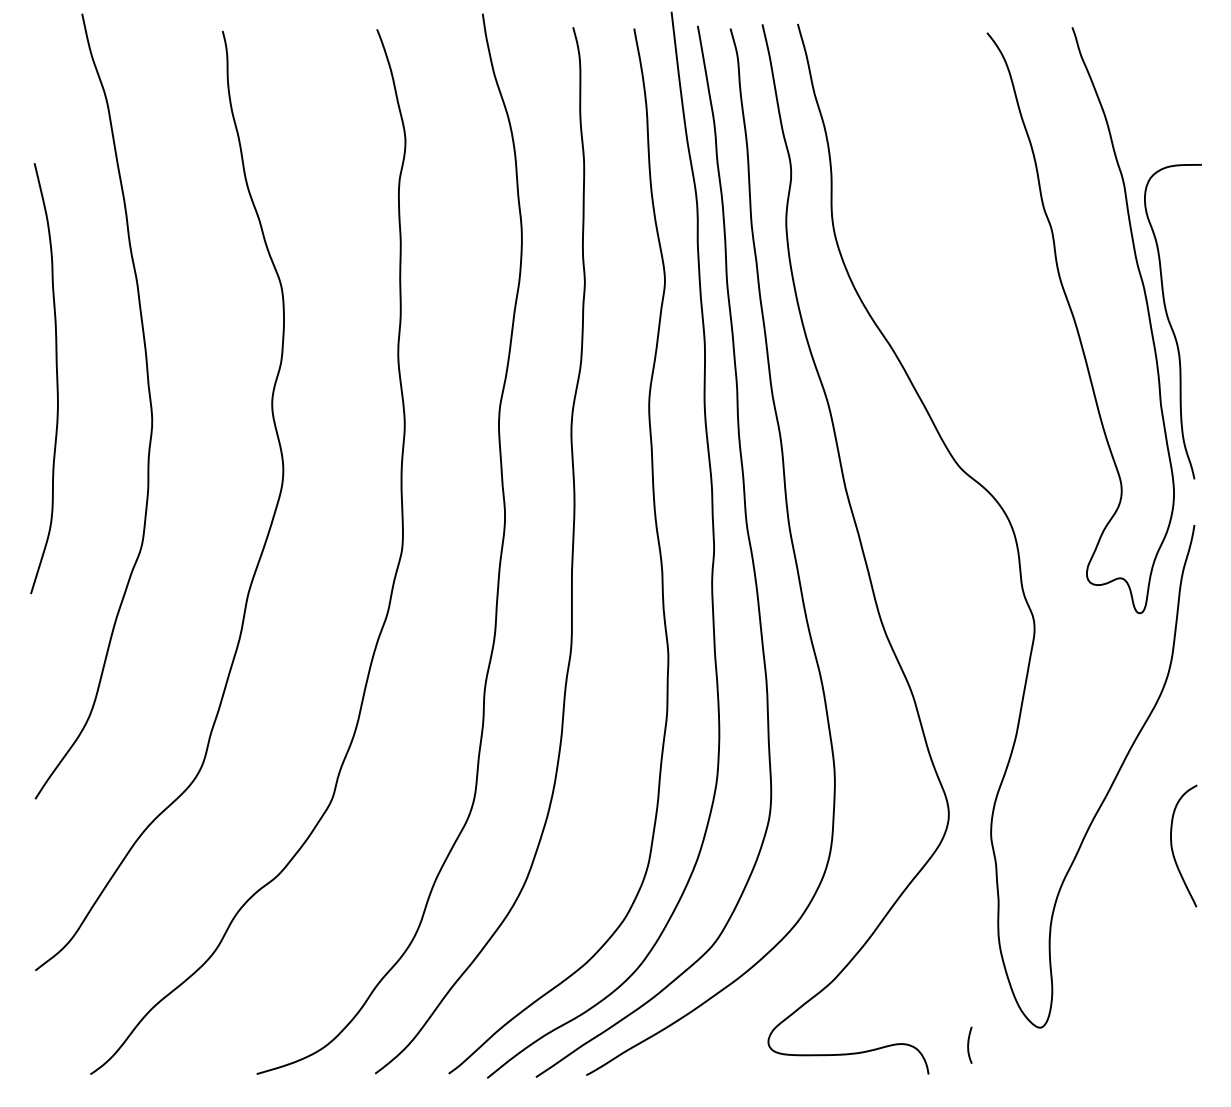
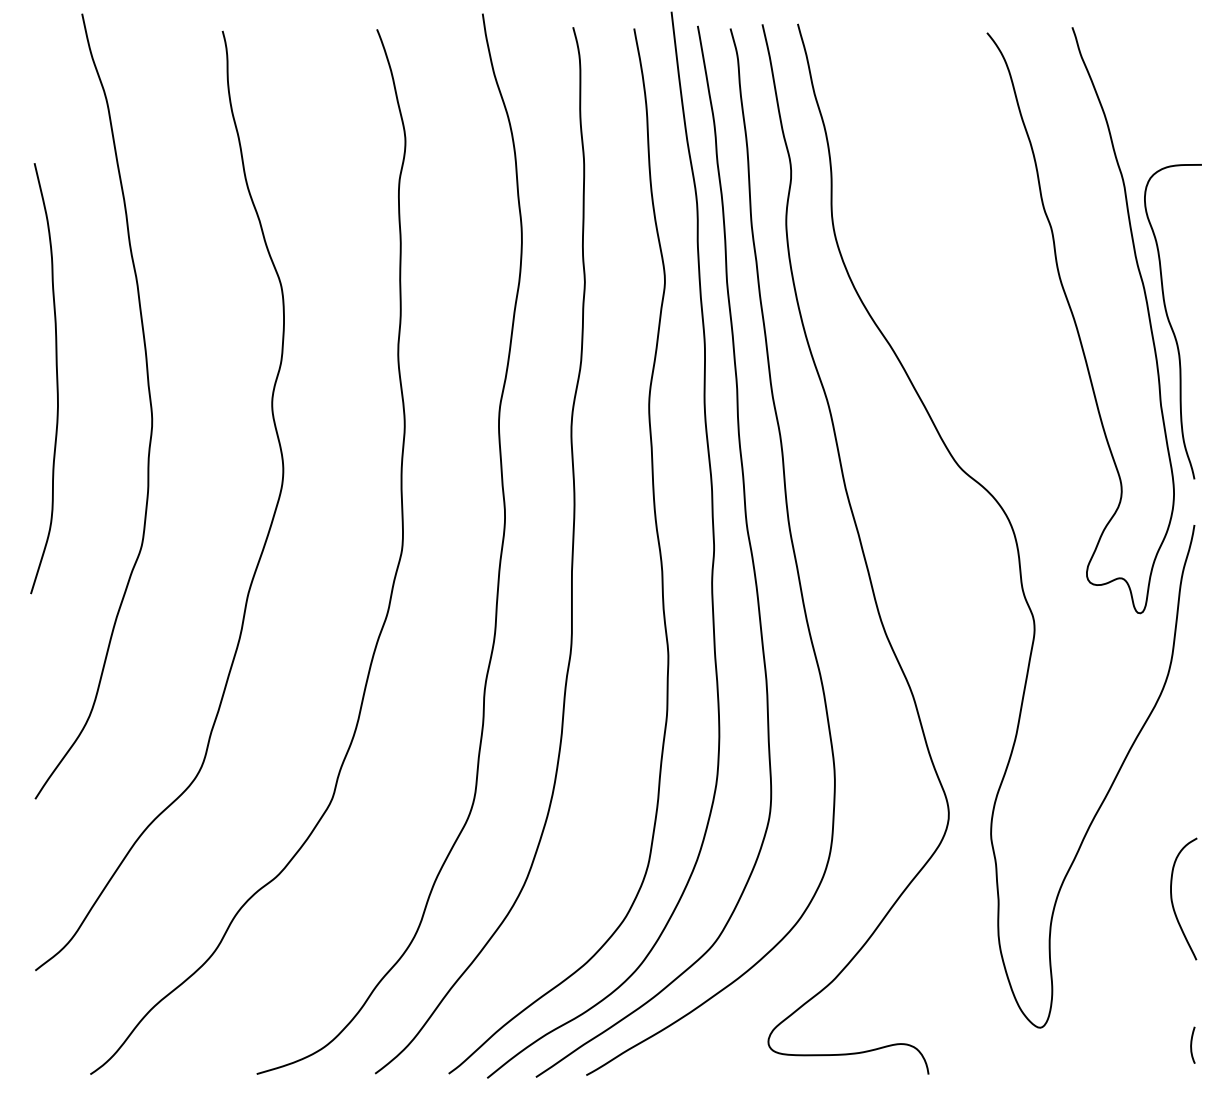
curve at (1172, 845) position: (1172, 845) -> (1172, 898)
curve at (969, 1044) position: (969, 1044) -> (1192, 1044)
